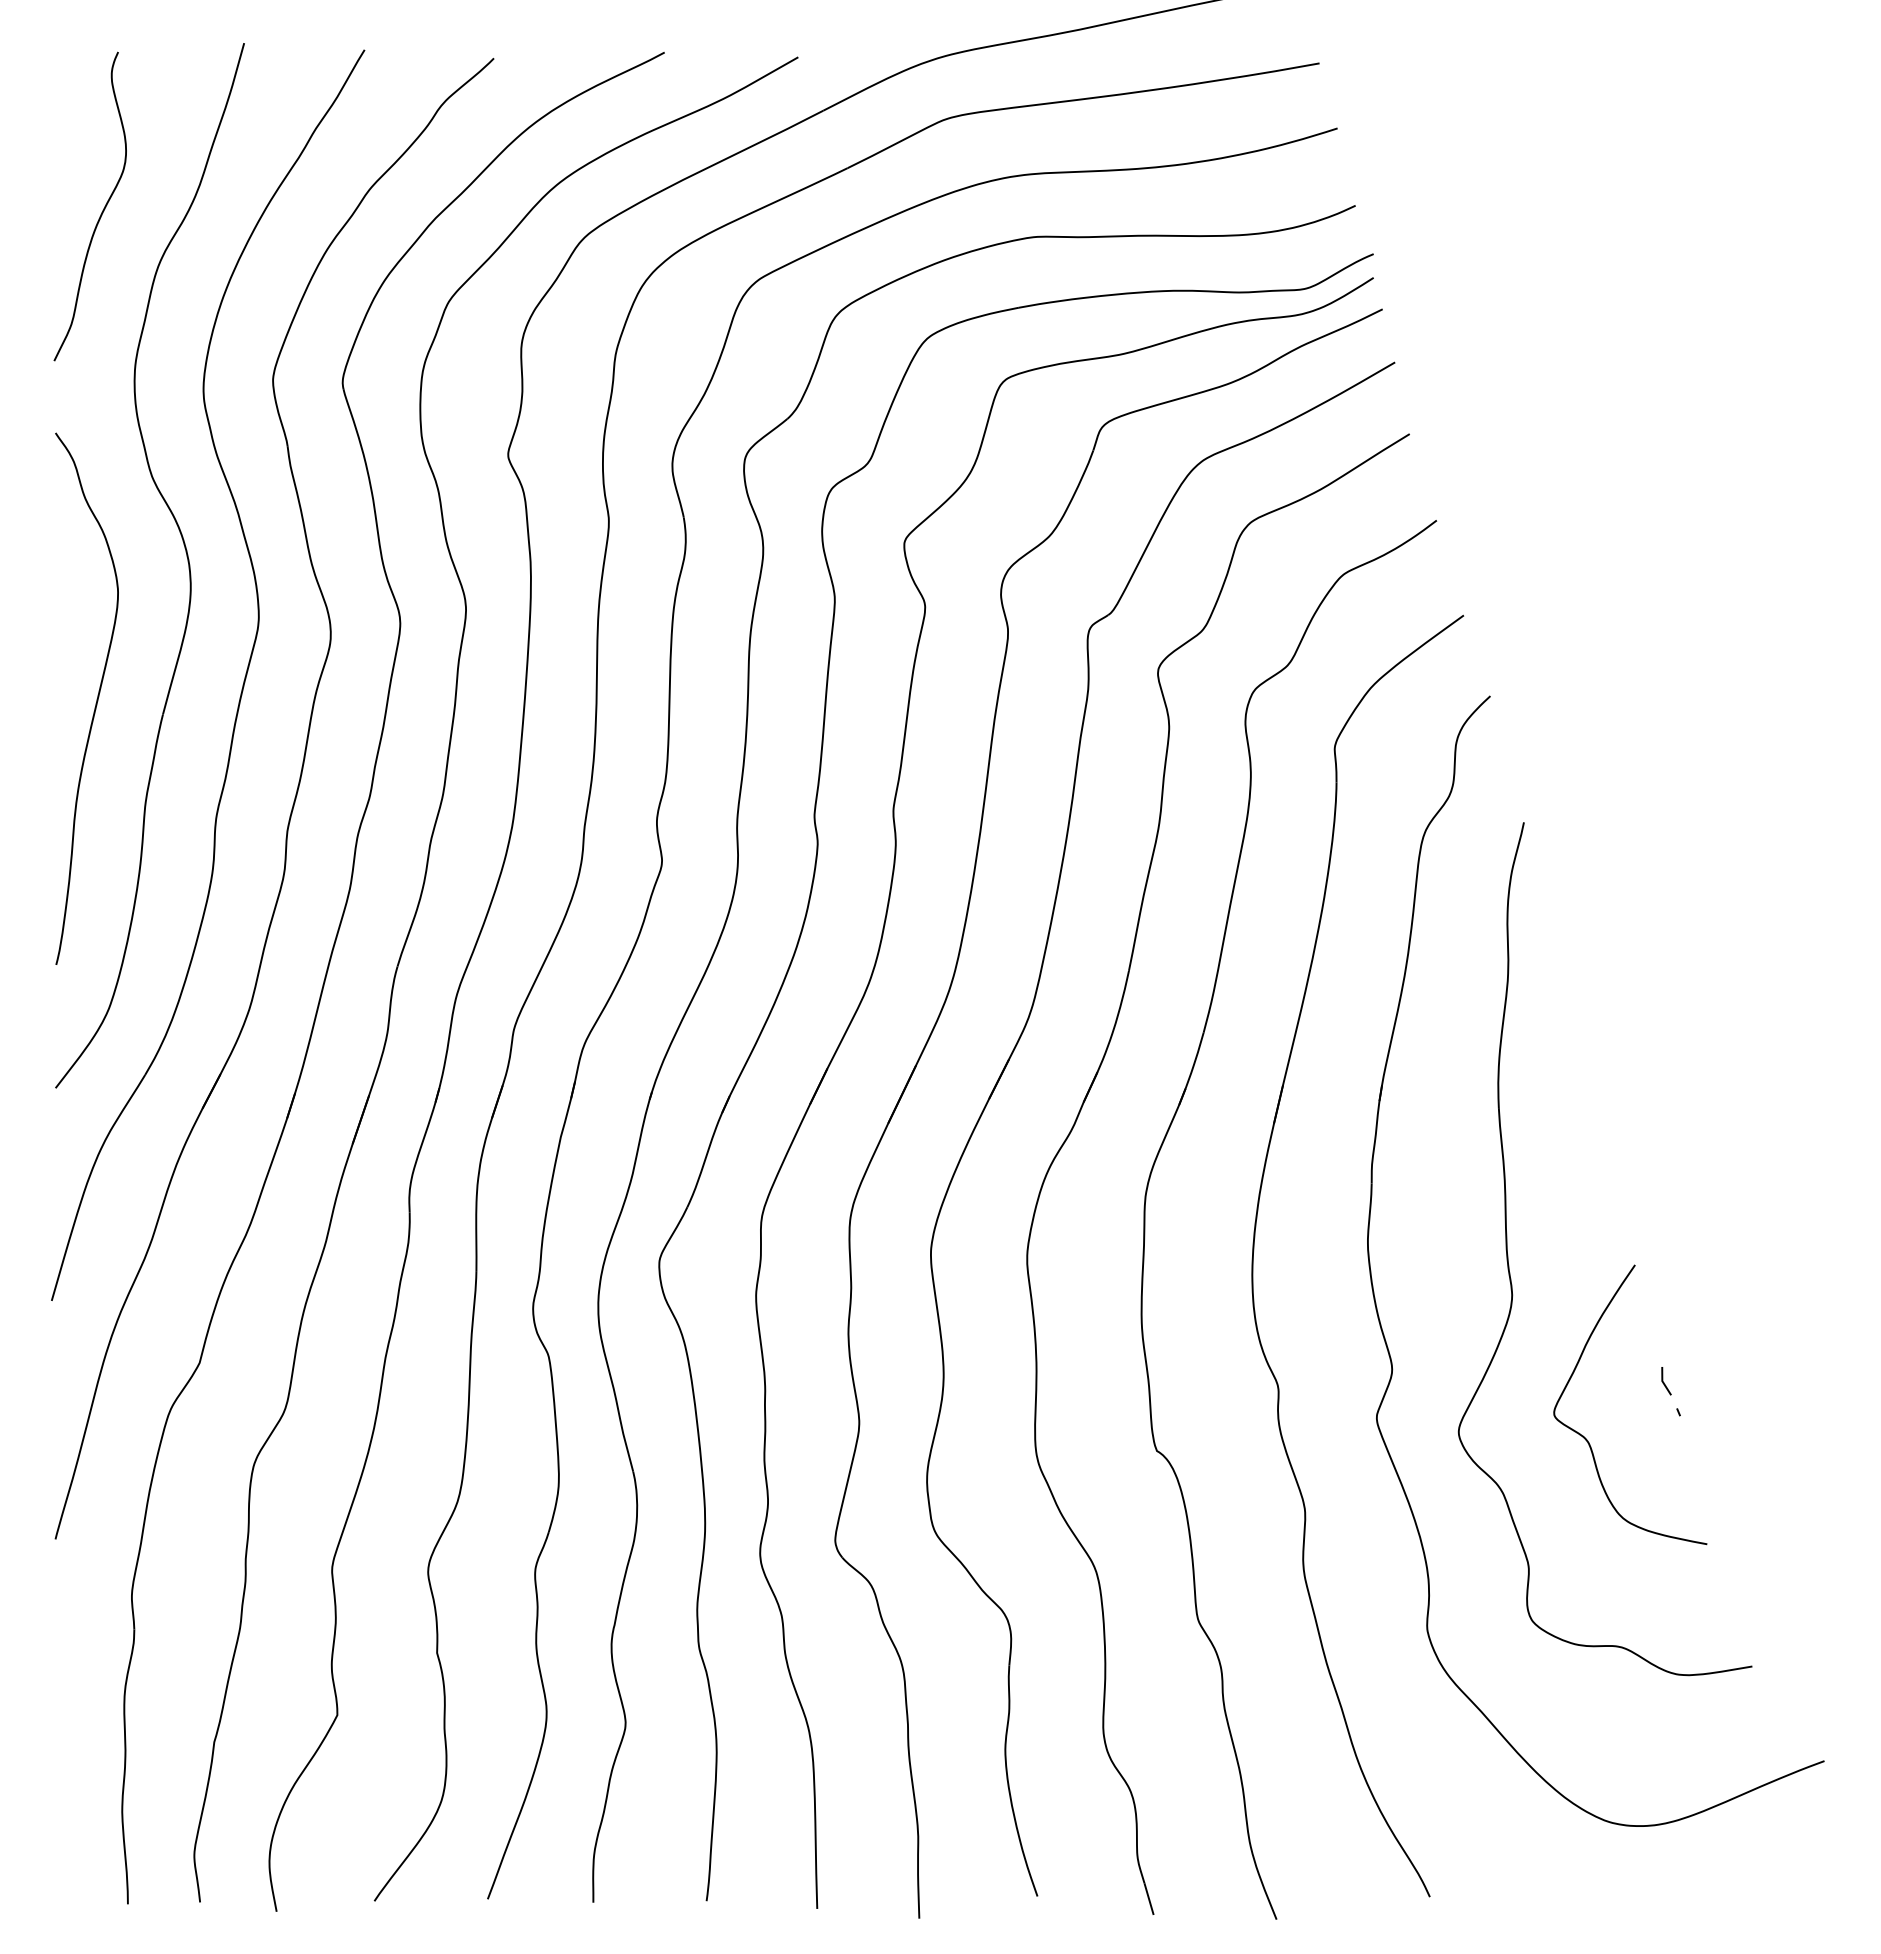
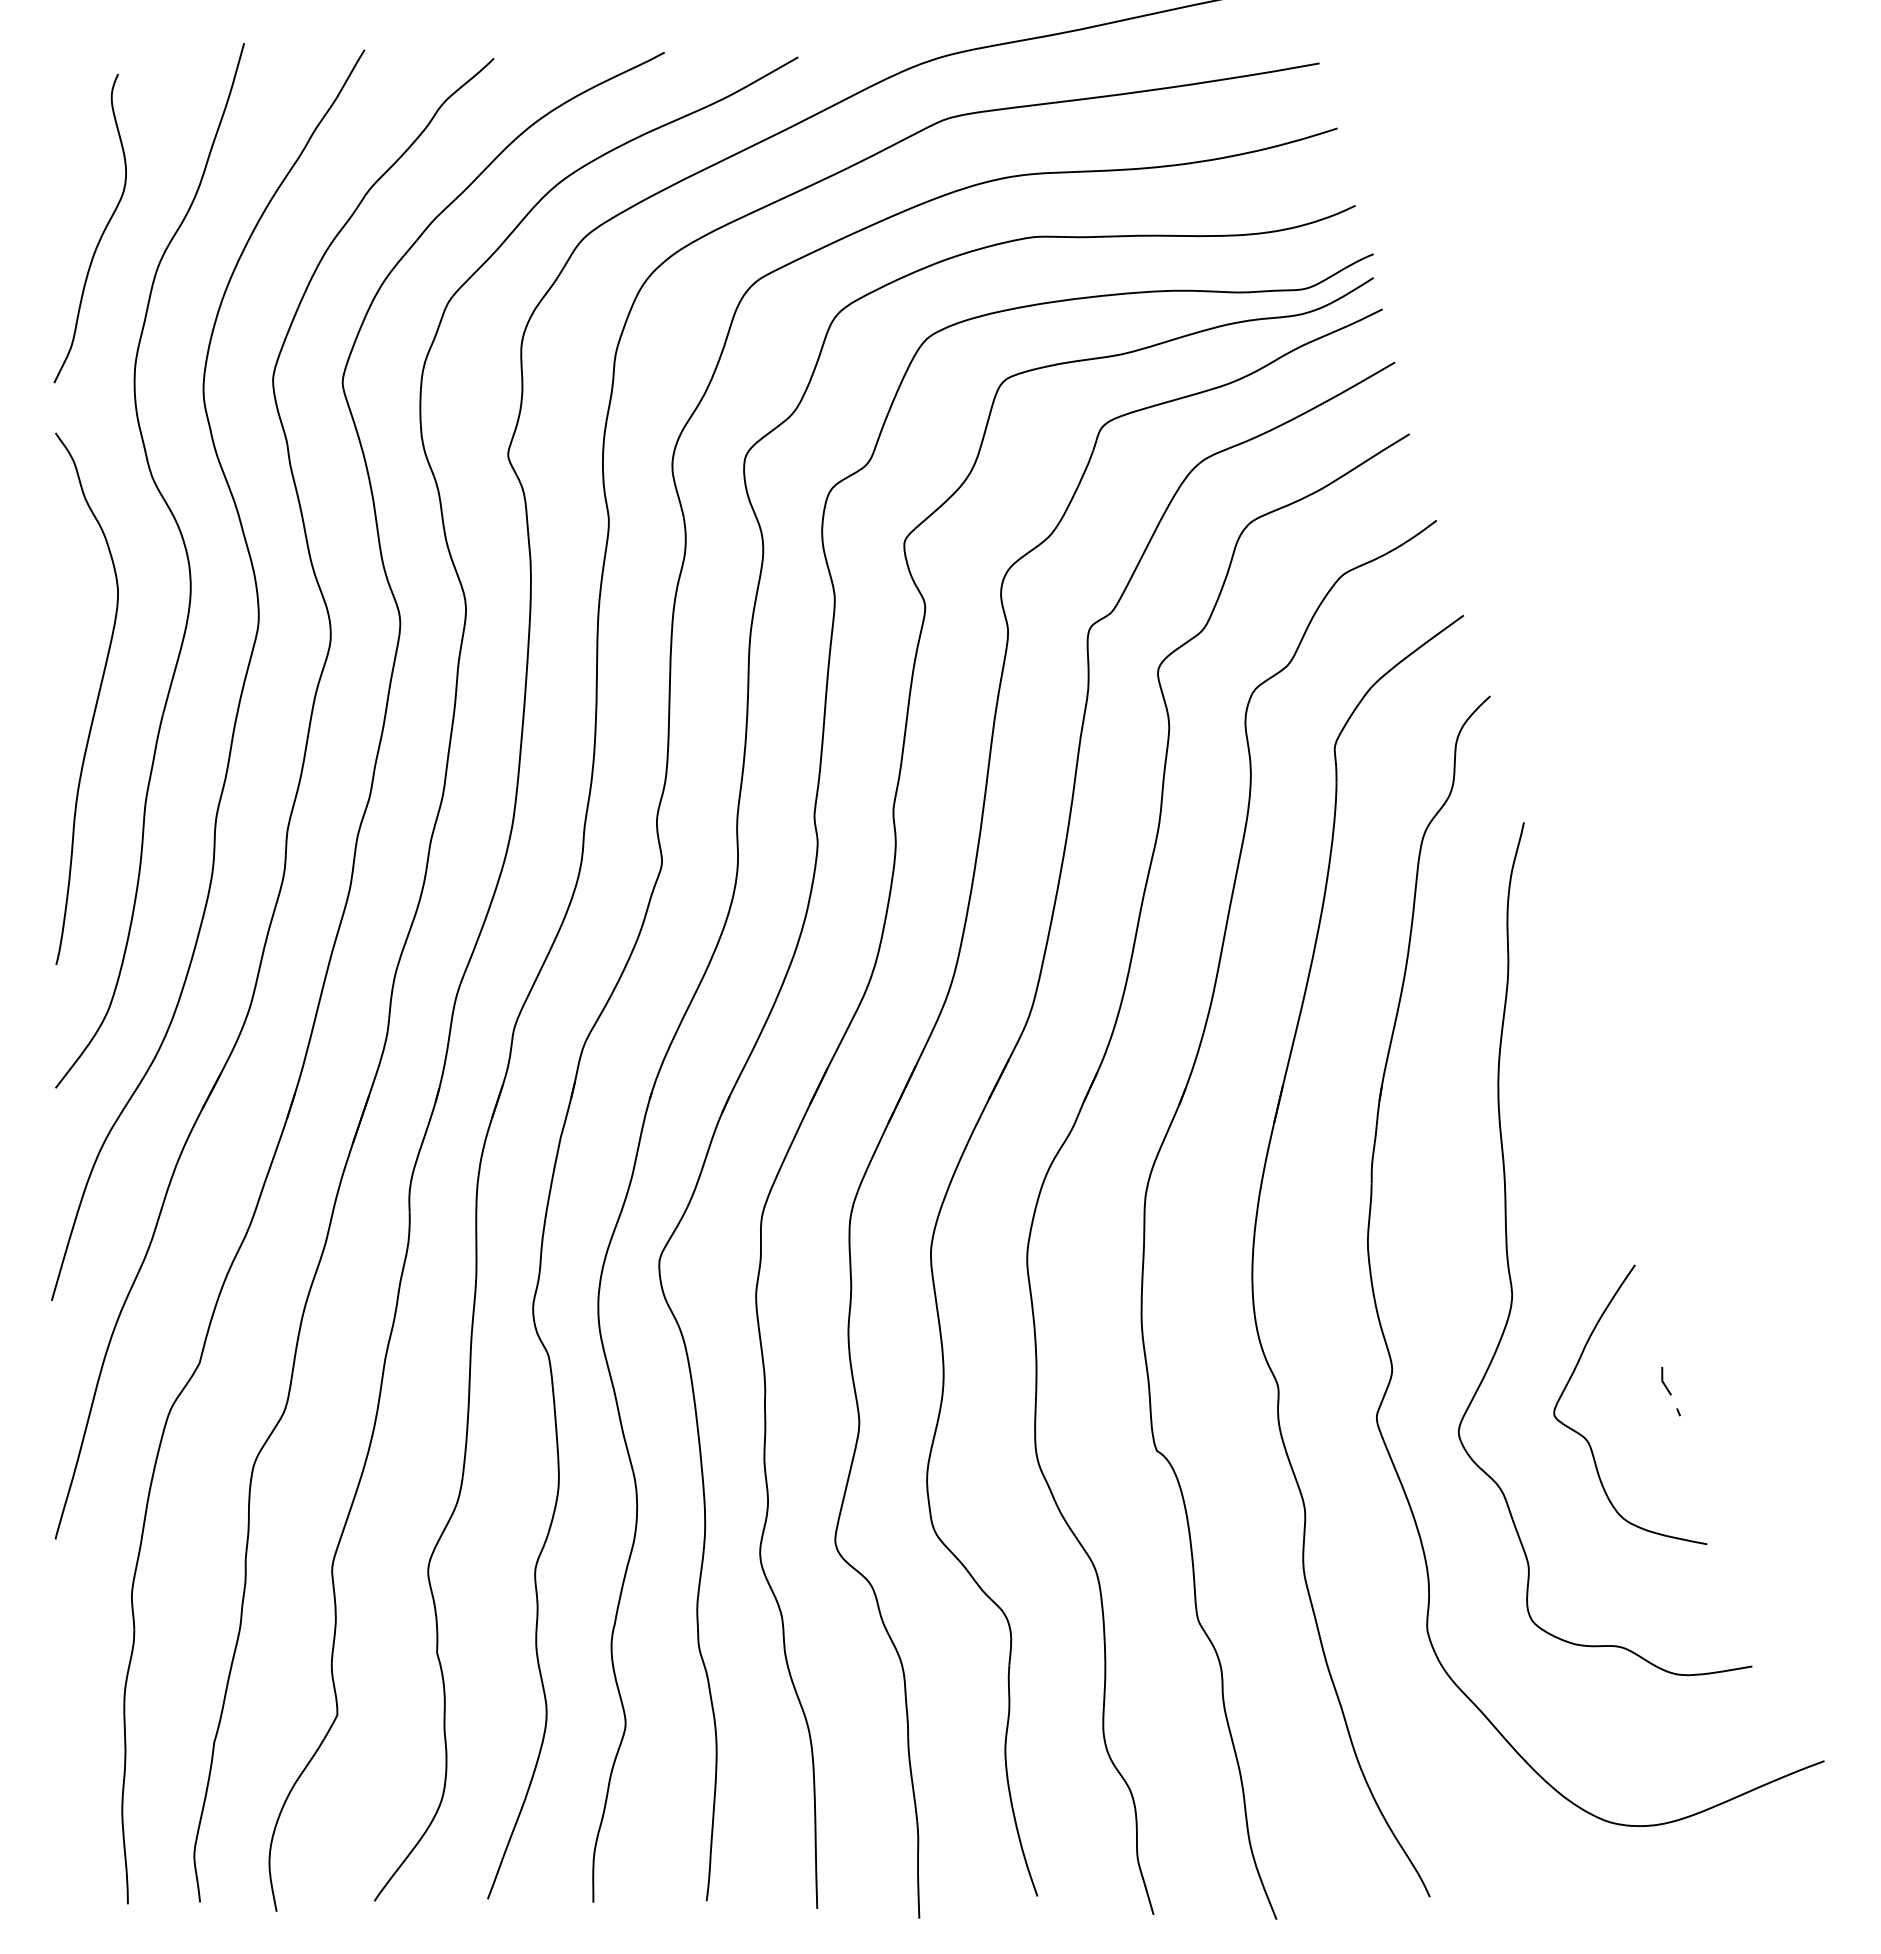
curve at (101, 212) position: (101, 212) -> (101, 234)
